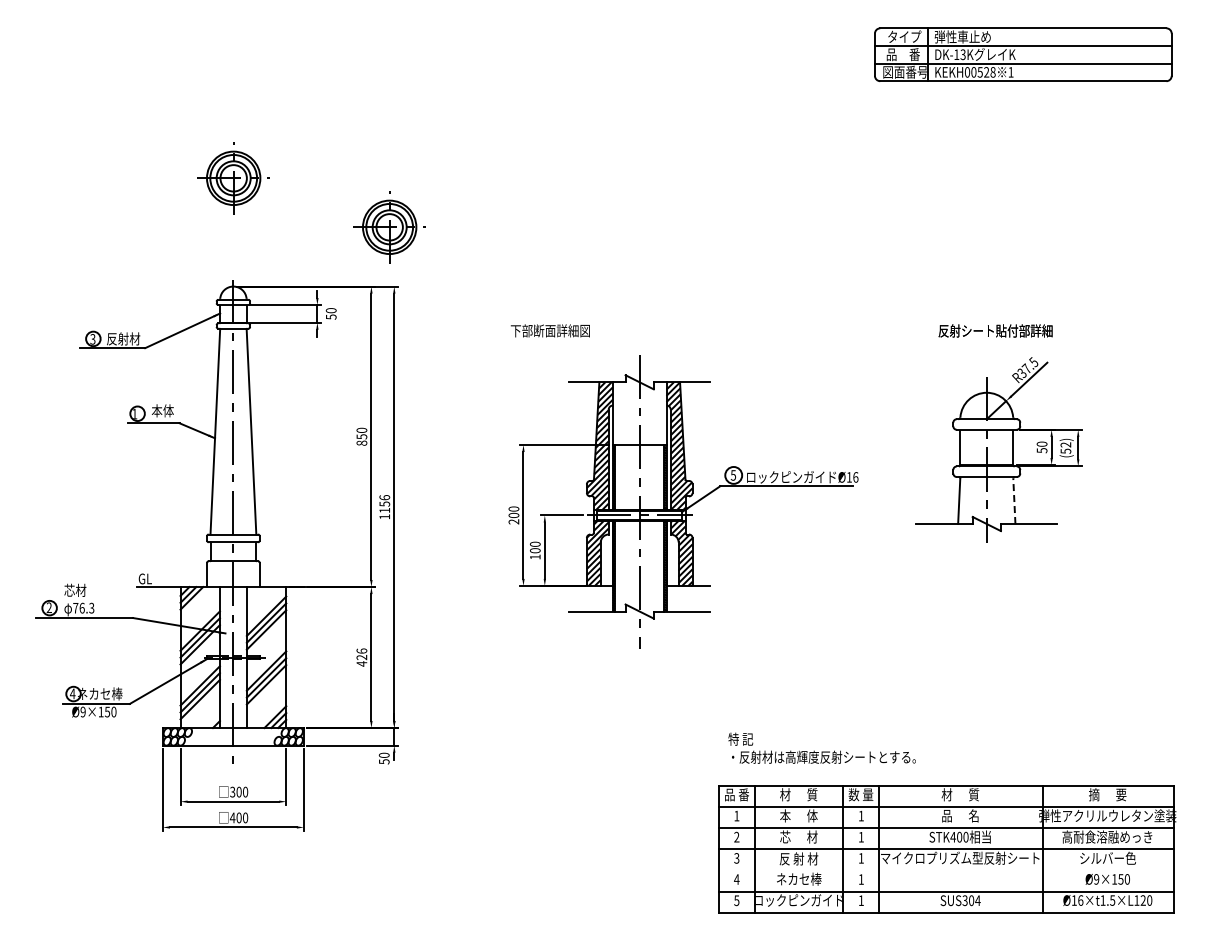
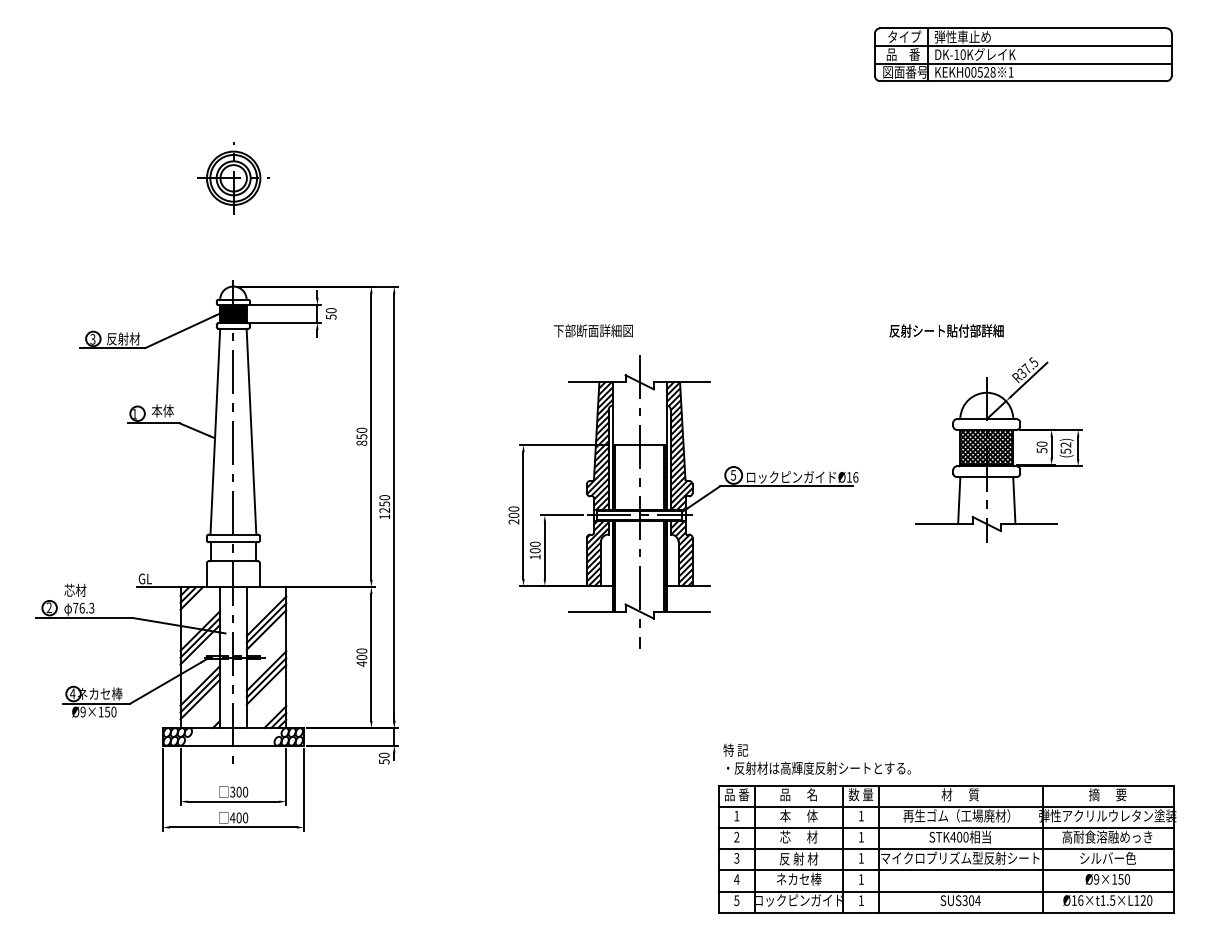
text at (962, 54): DK-13K -> DK-10K
part at (389, 227): present -> none
hatch at (233, 313): none -> present
text at (549, 330) position: (549, 330) -> (592, 330)
text at (995, 330) position: (995, 330) -> (946, 330)
hatch at (986, 447): none -> present
line at (1014, 501): dashed -> solid
text at (384, 504): 1156 -> 1250
text at (361, 654): 426 -> 400
text at (821, 747) position: (821, 747) -> (816, 758)
text at (798, 794): 材      質 -> 品      名
text at (956, 815): 品      名 -> 再生ゴム（工場廃材）
line at (946, 870): none -> present
